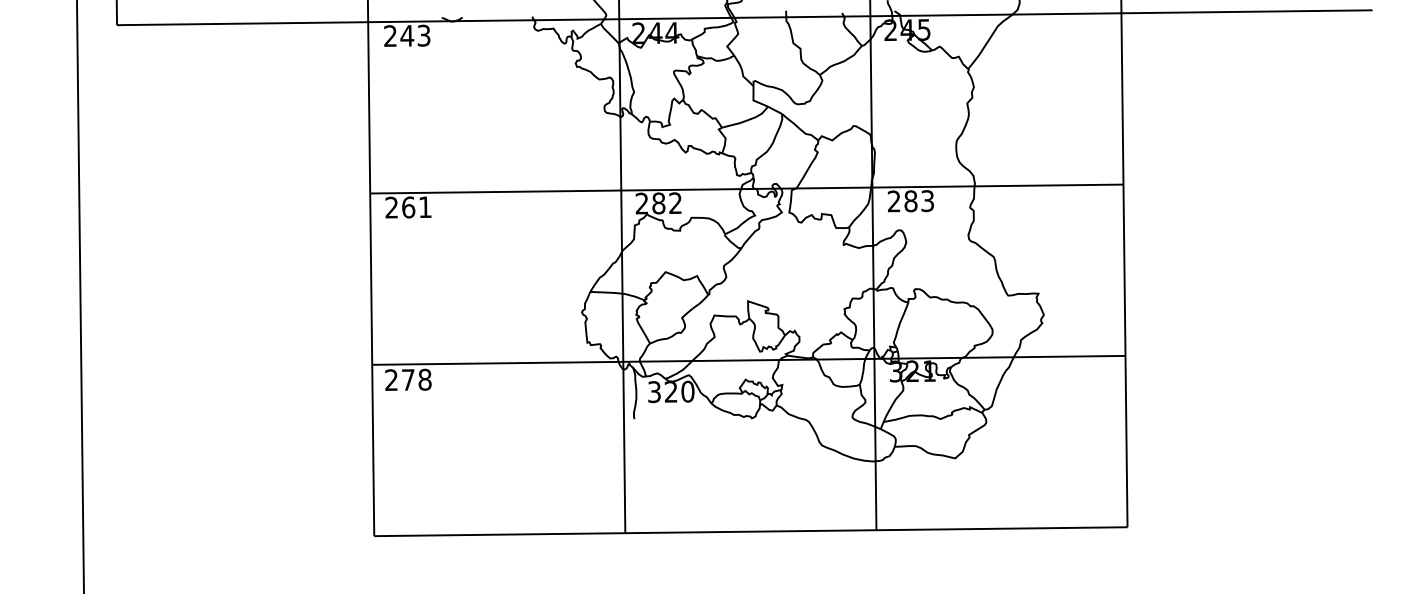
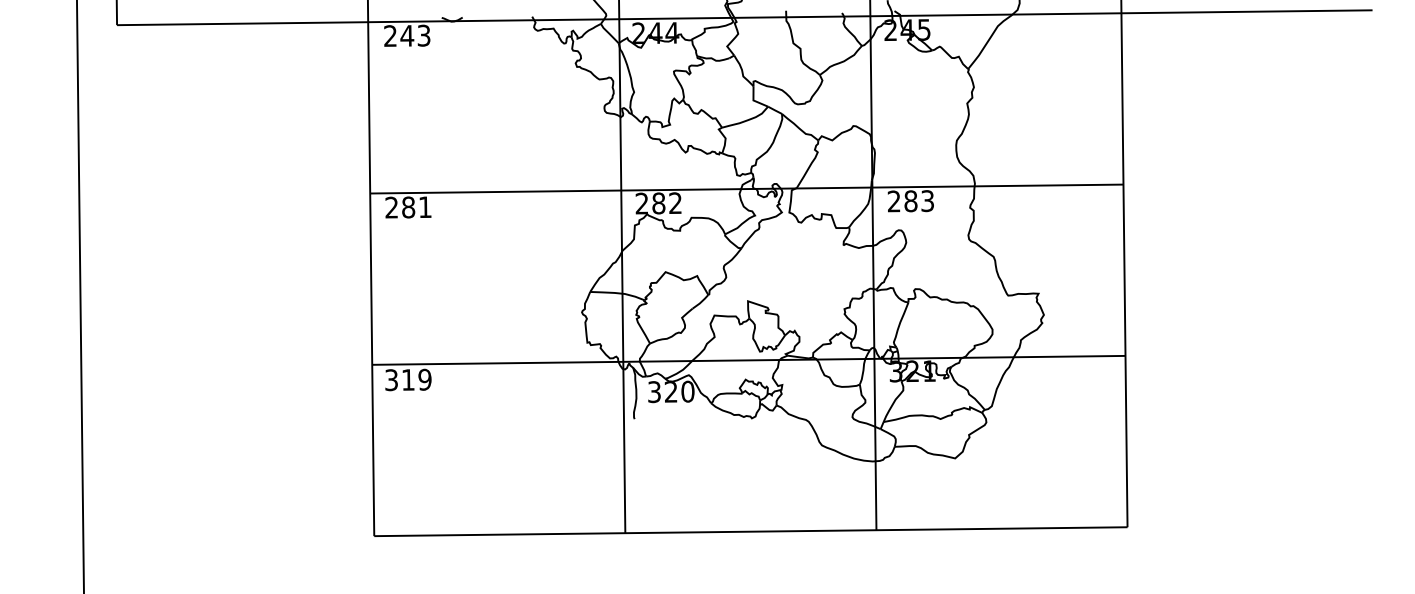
text at (408, 207): 261 -> 281
text at (408, 380): 278 -> 319
